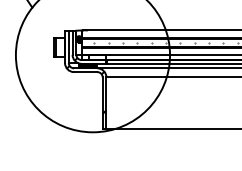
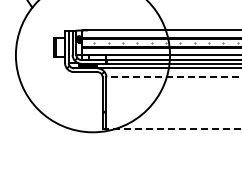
line at (173, 77): solid -> dashed
line at (173, 128): solid -> dashed
